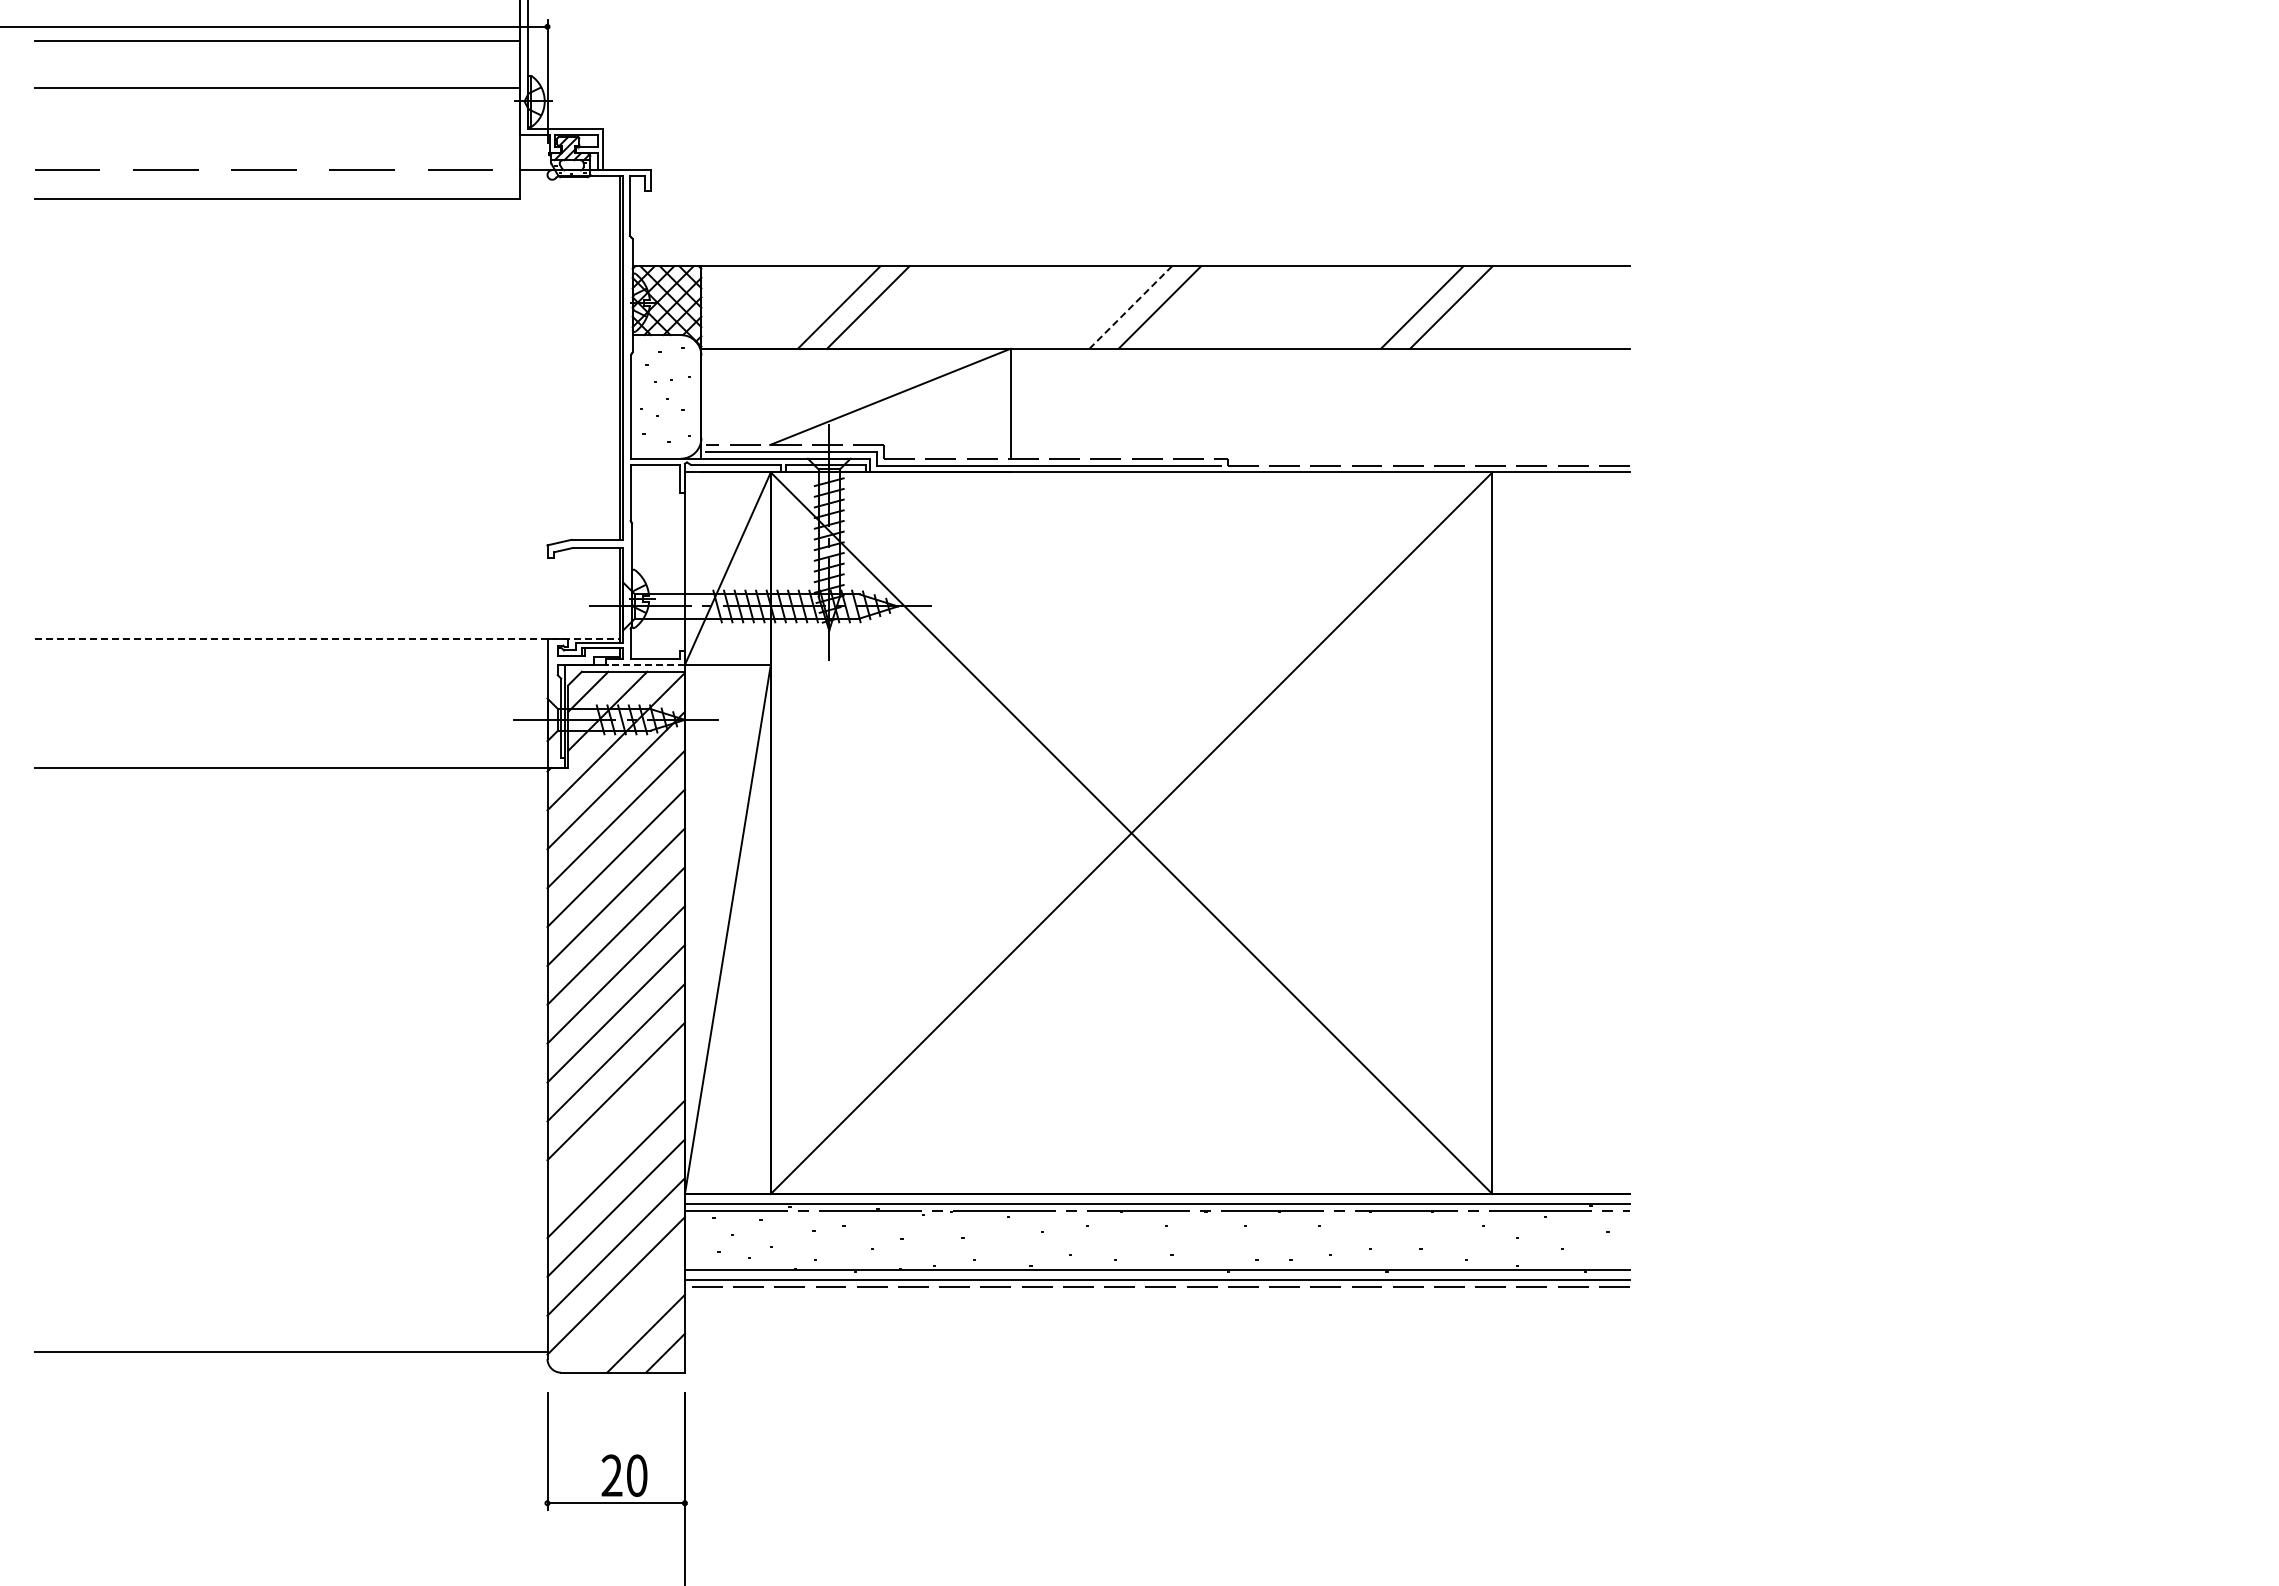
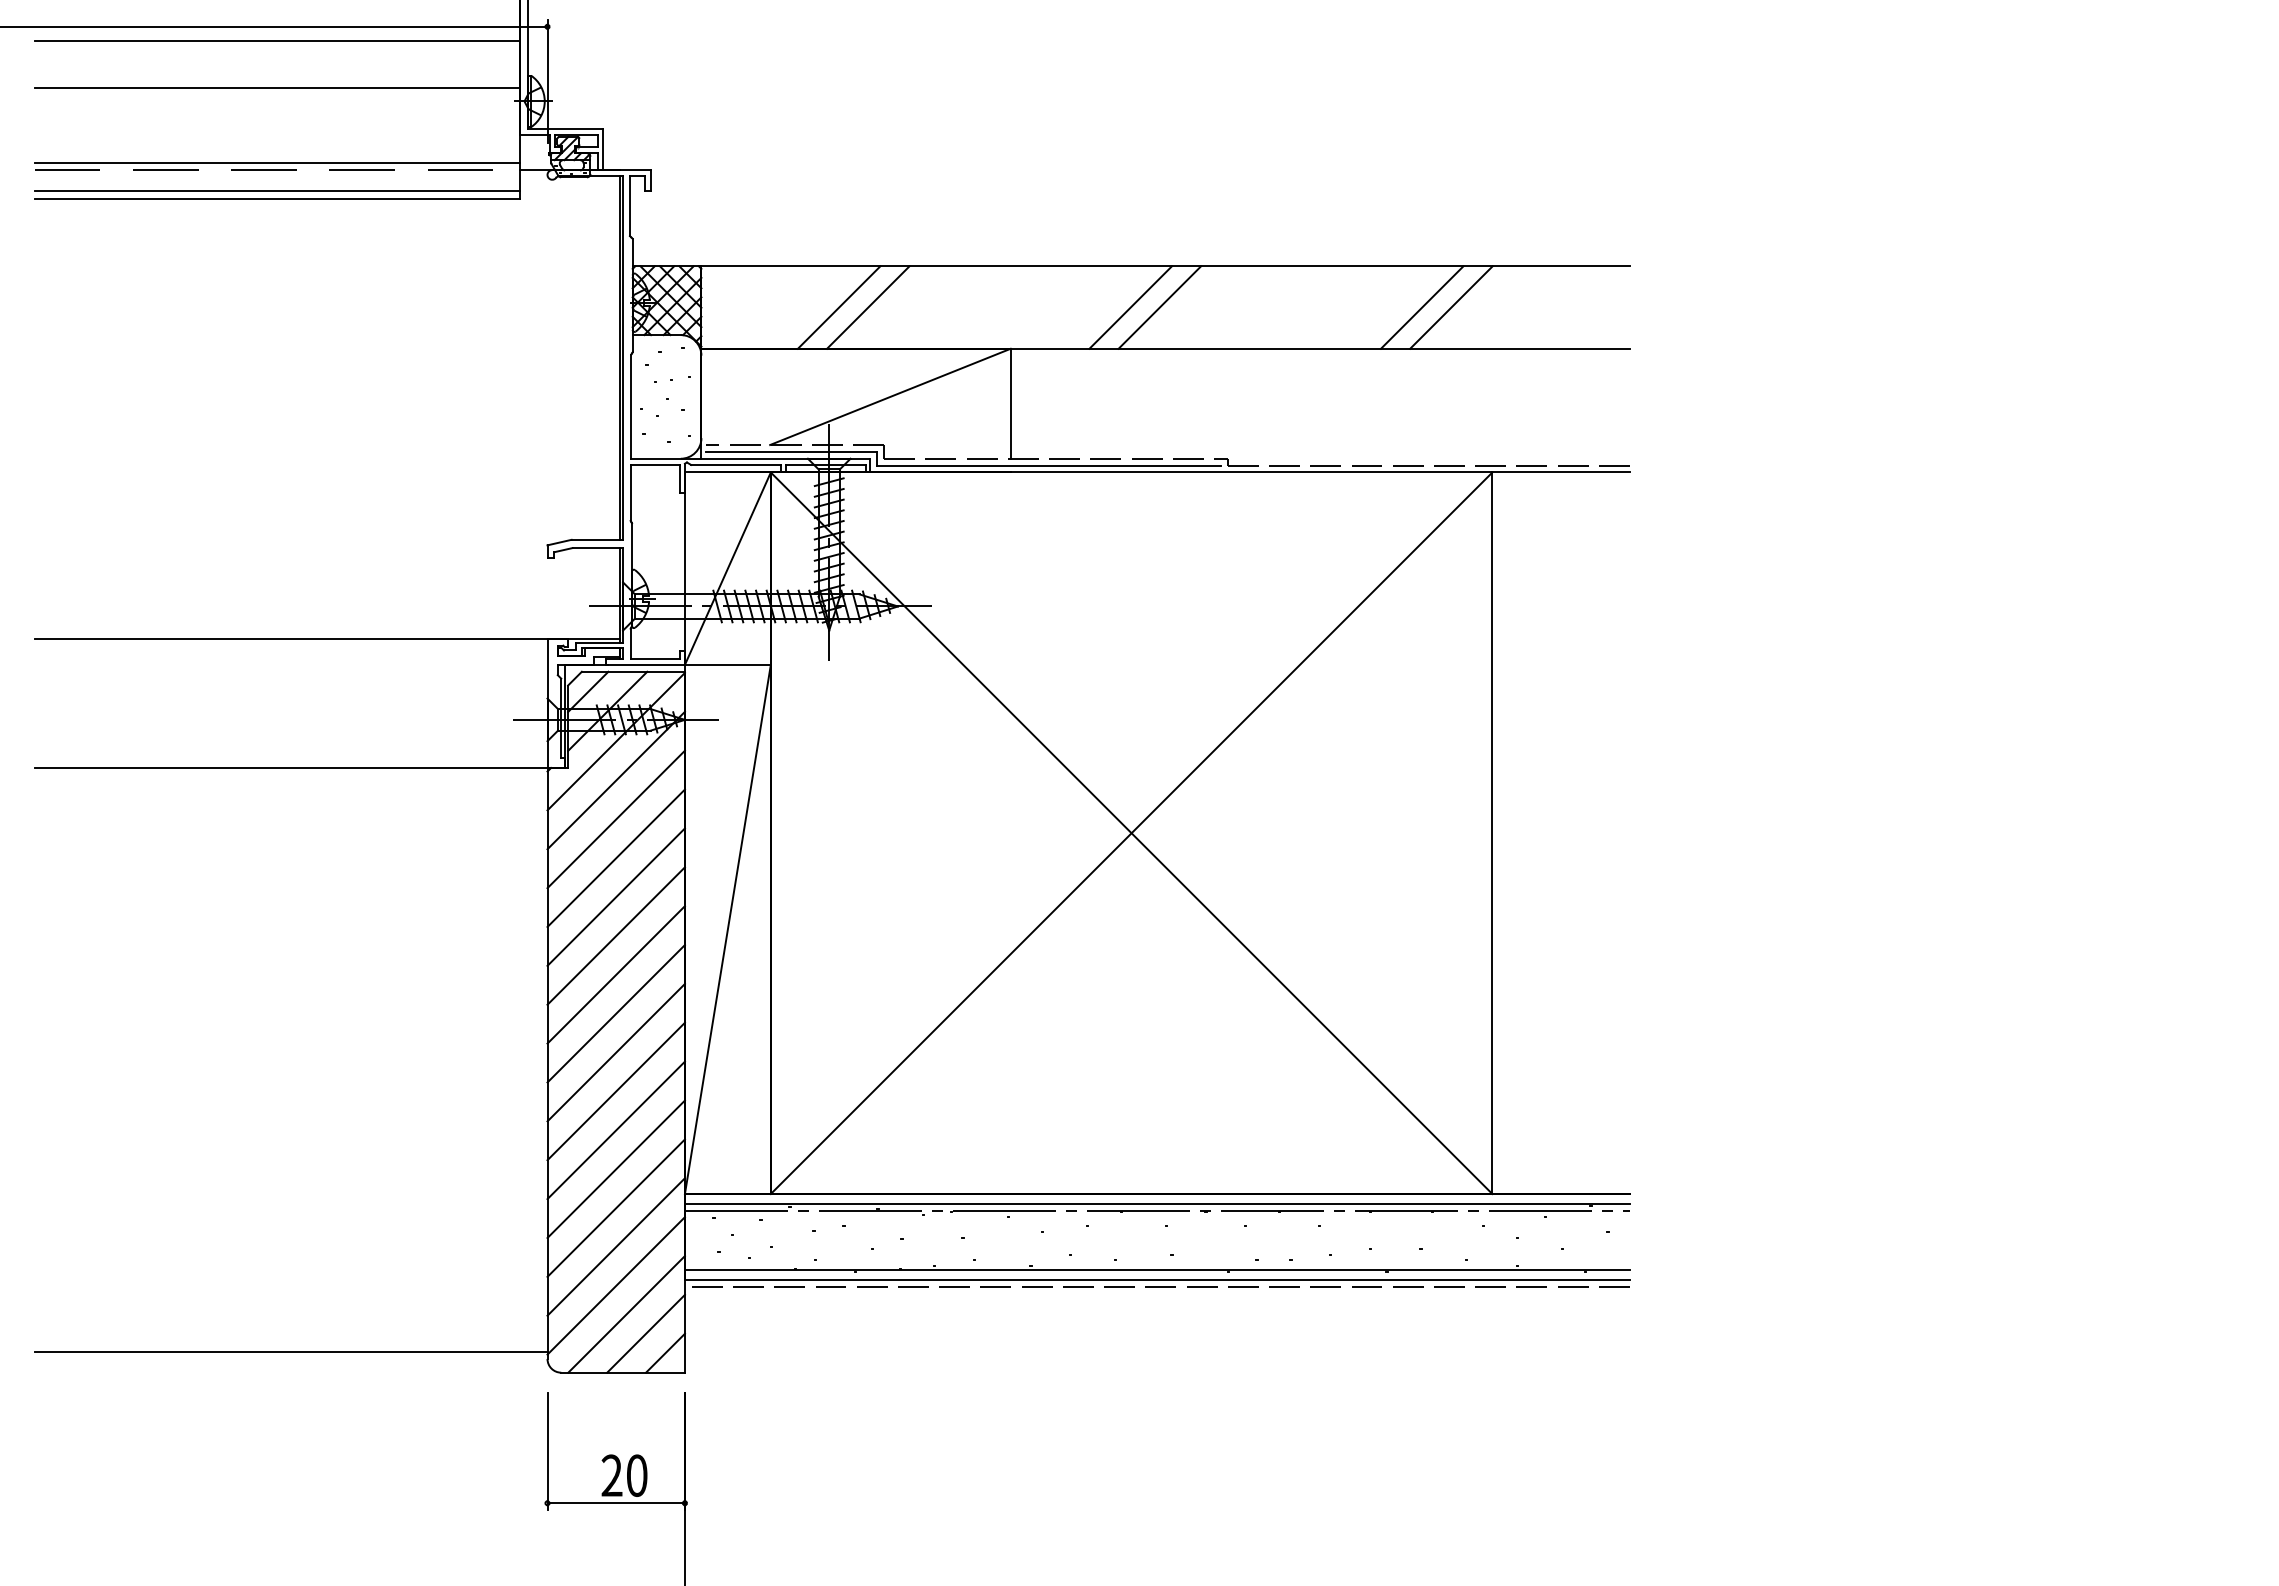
line at (277, 162): none -> present
line at (277, 190): none -> present
line at (1131, 307): dashed -> solid
line at (327, 638): dashed -> solid
line at (645, 664): dashed -> solid
line at (615, 1130): none -> present
line at (626, 1314): none -> present
